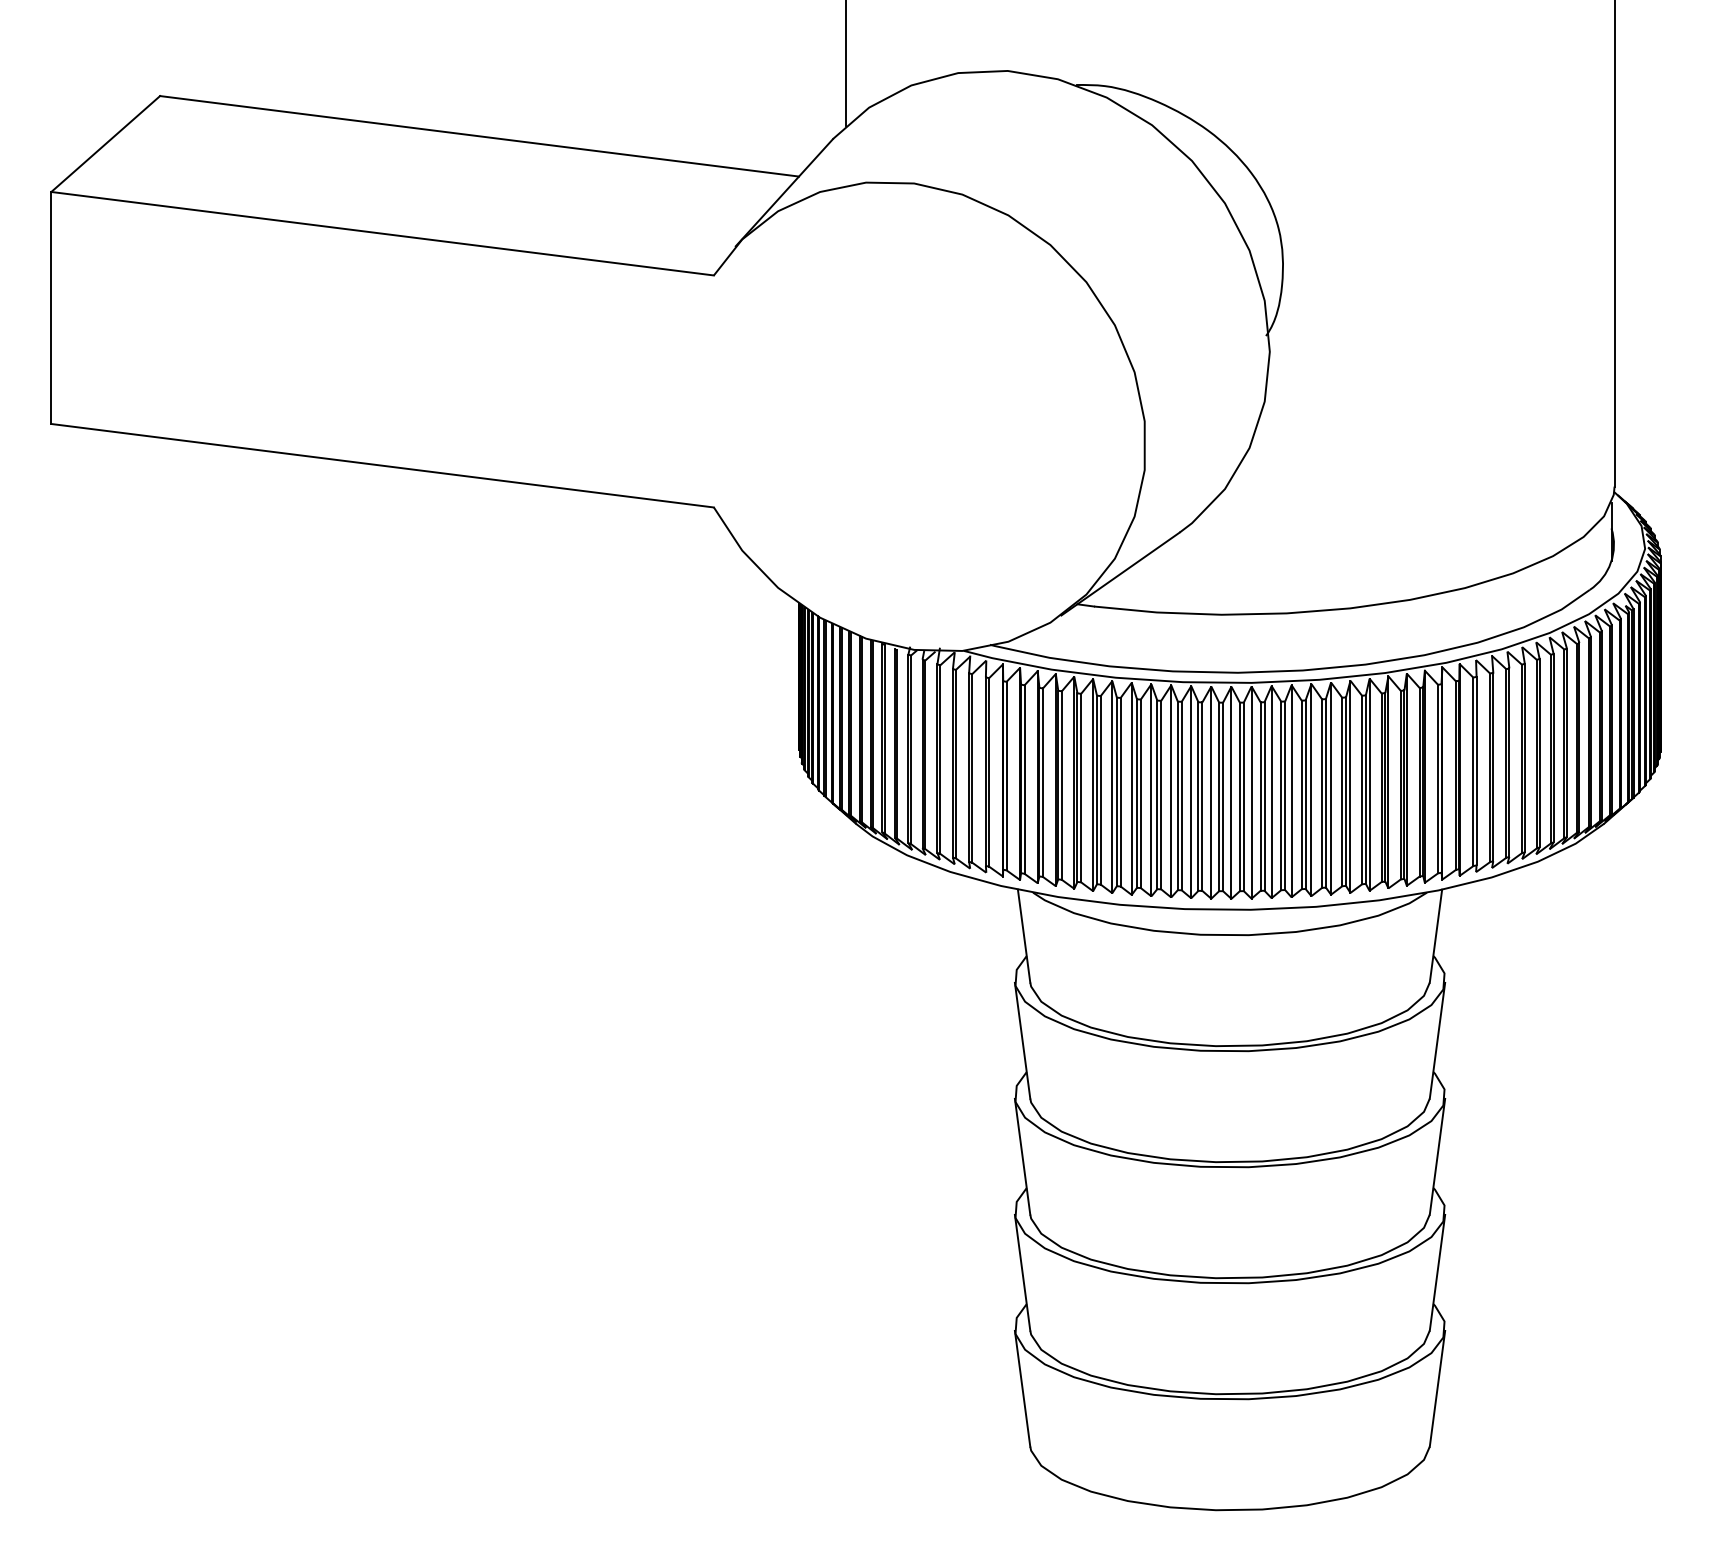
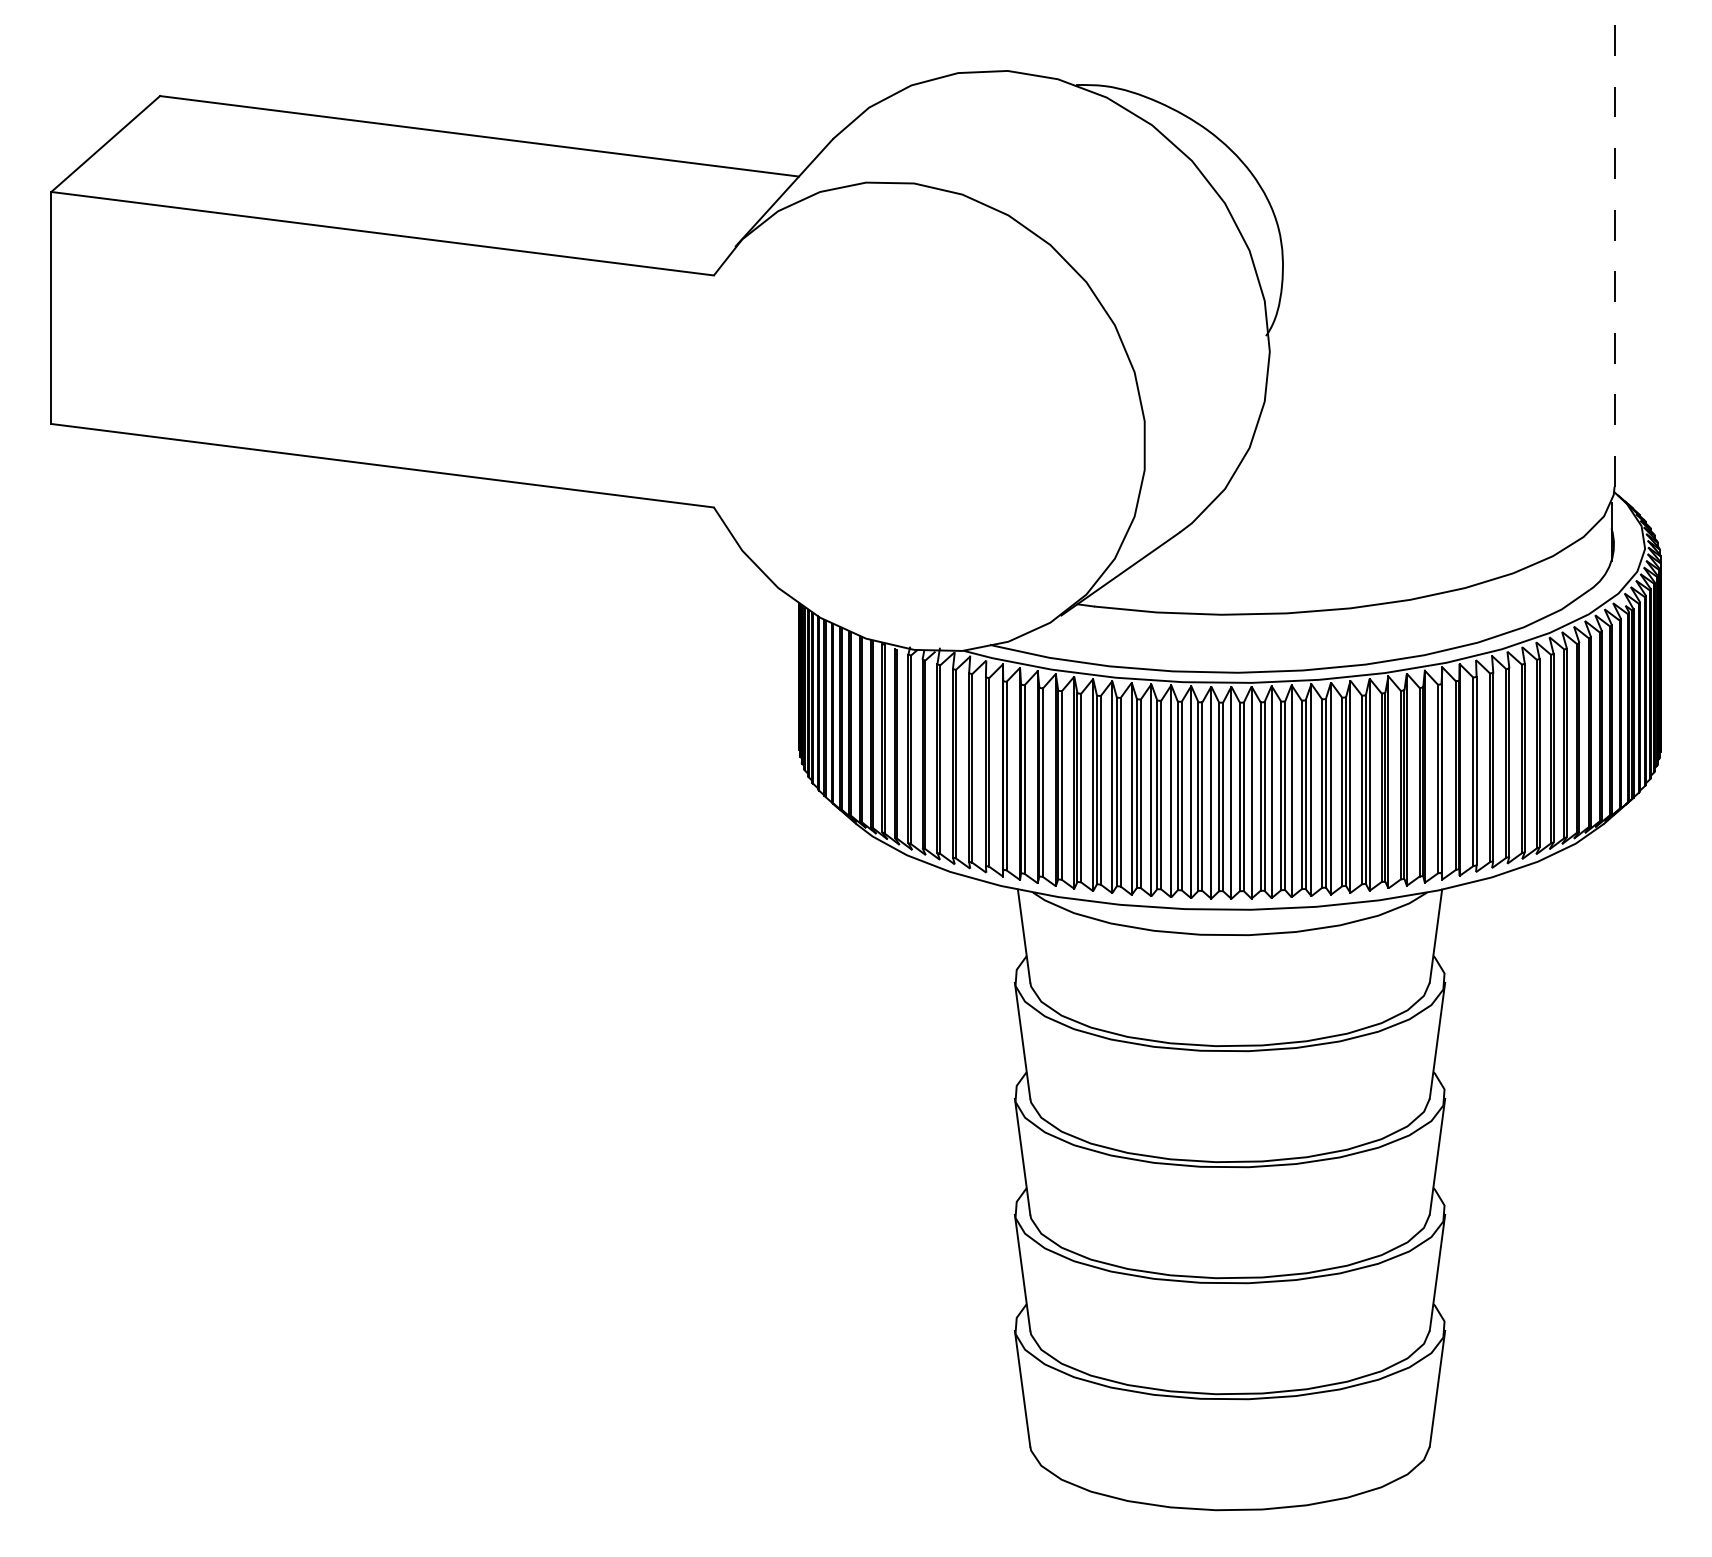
line at (845, 64): present -> none
line at (1614, 243): solid -> dashed
